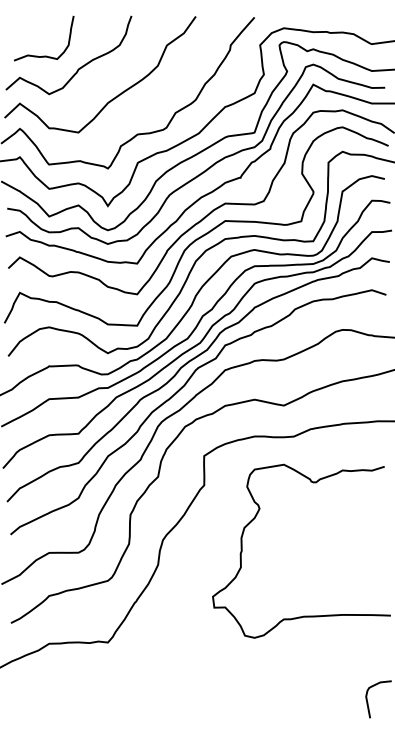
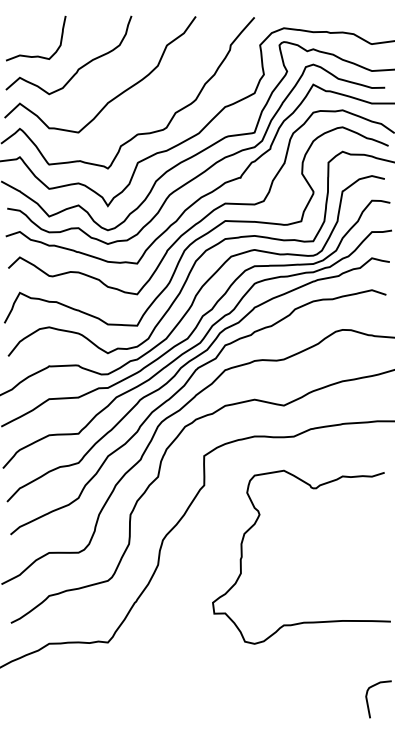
curve at (44, 55) position: (44, 55) -> (36, 55)
curve at (255, 518) position: (255, 518) -> (255, 524)
